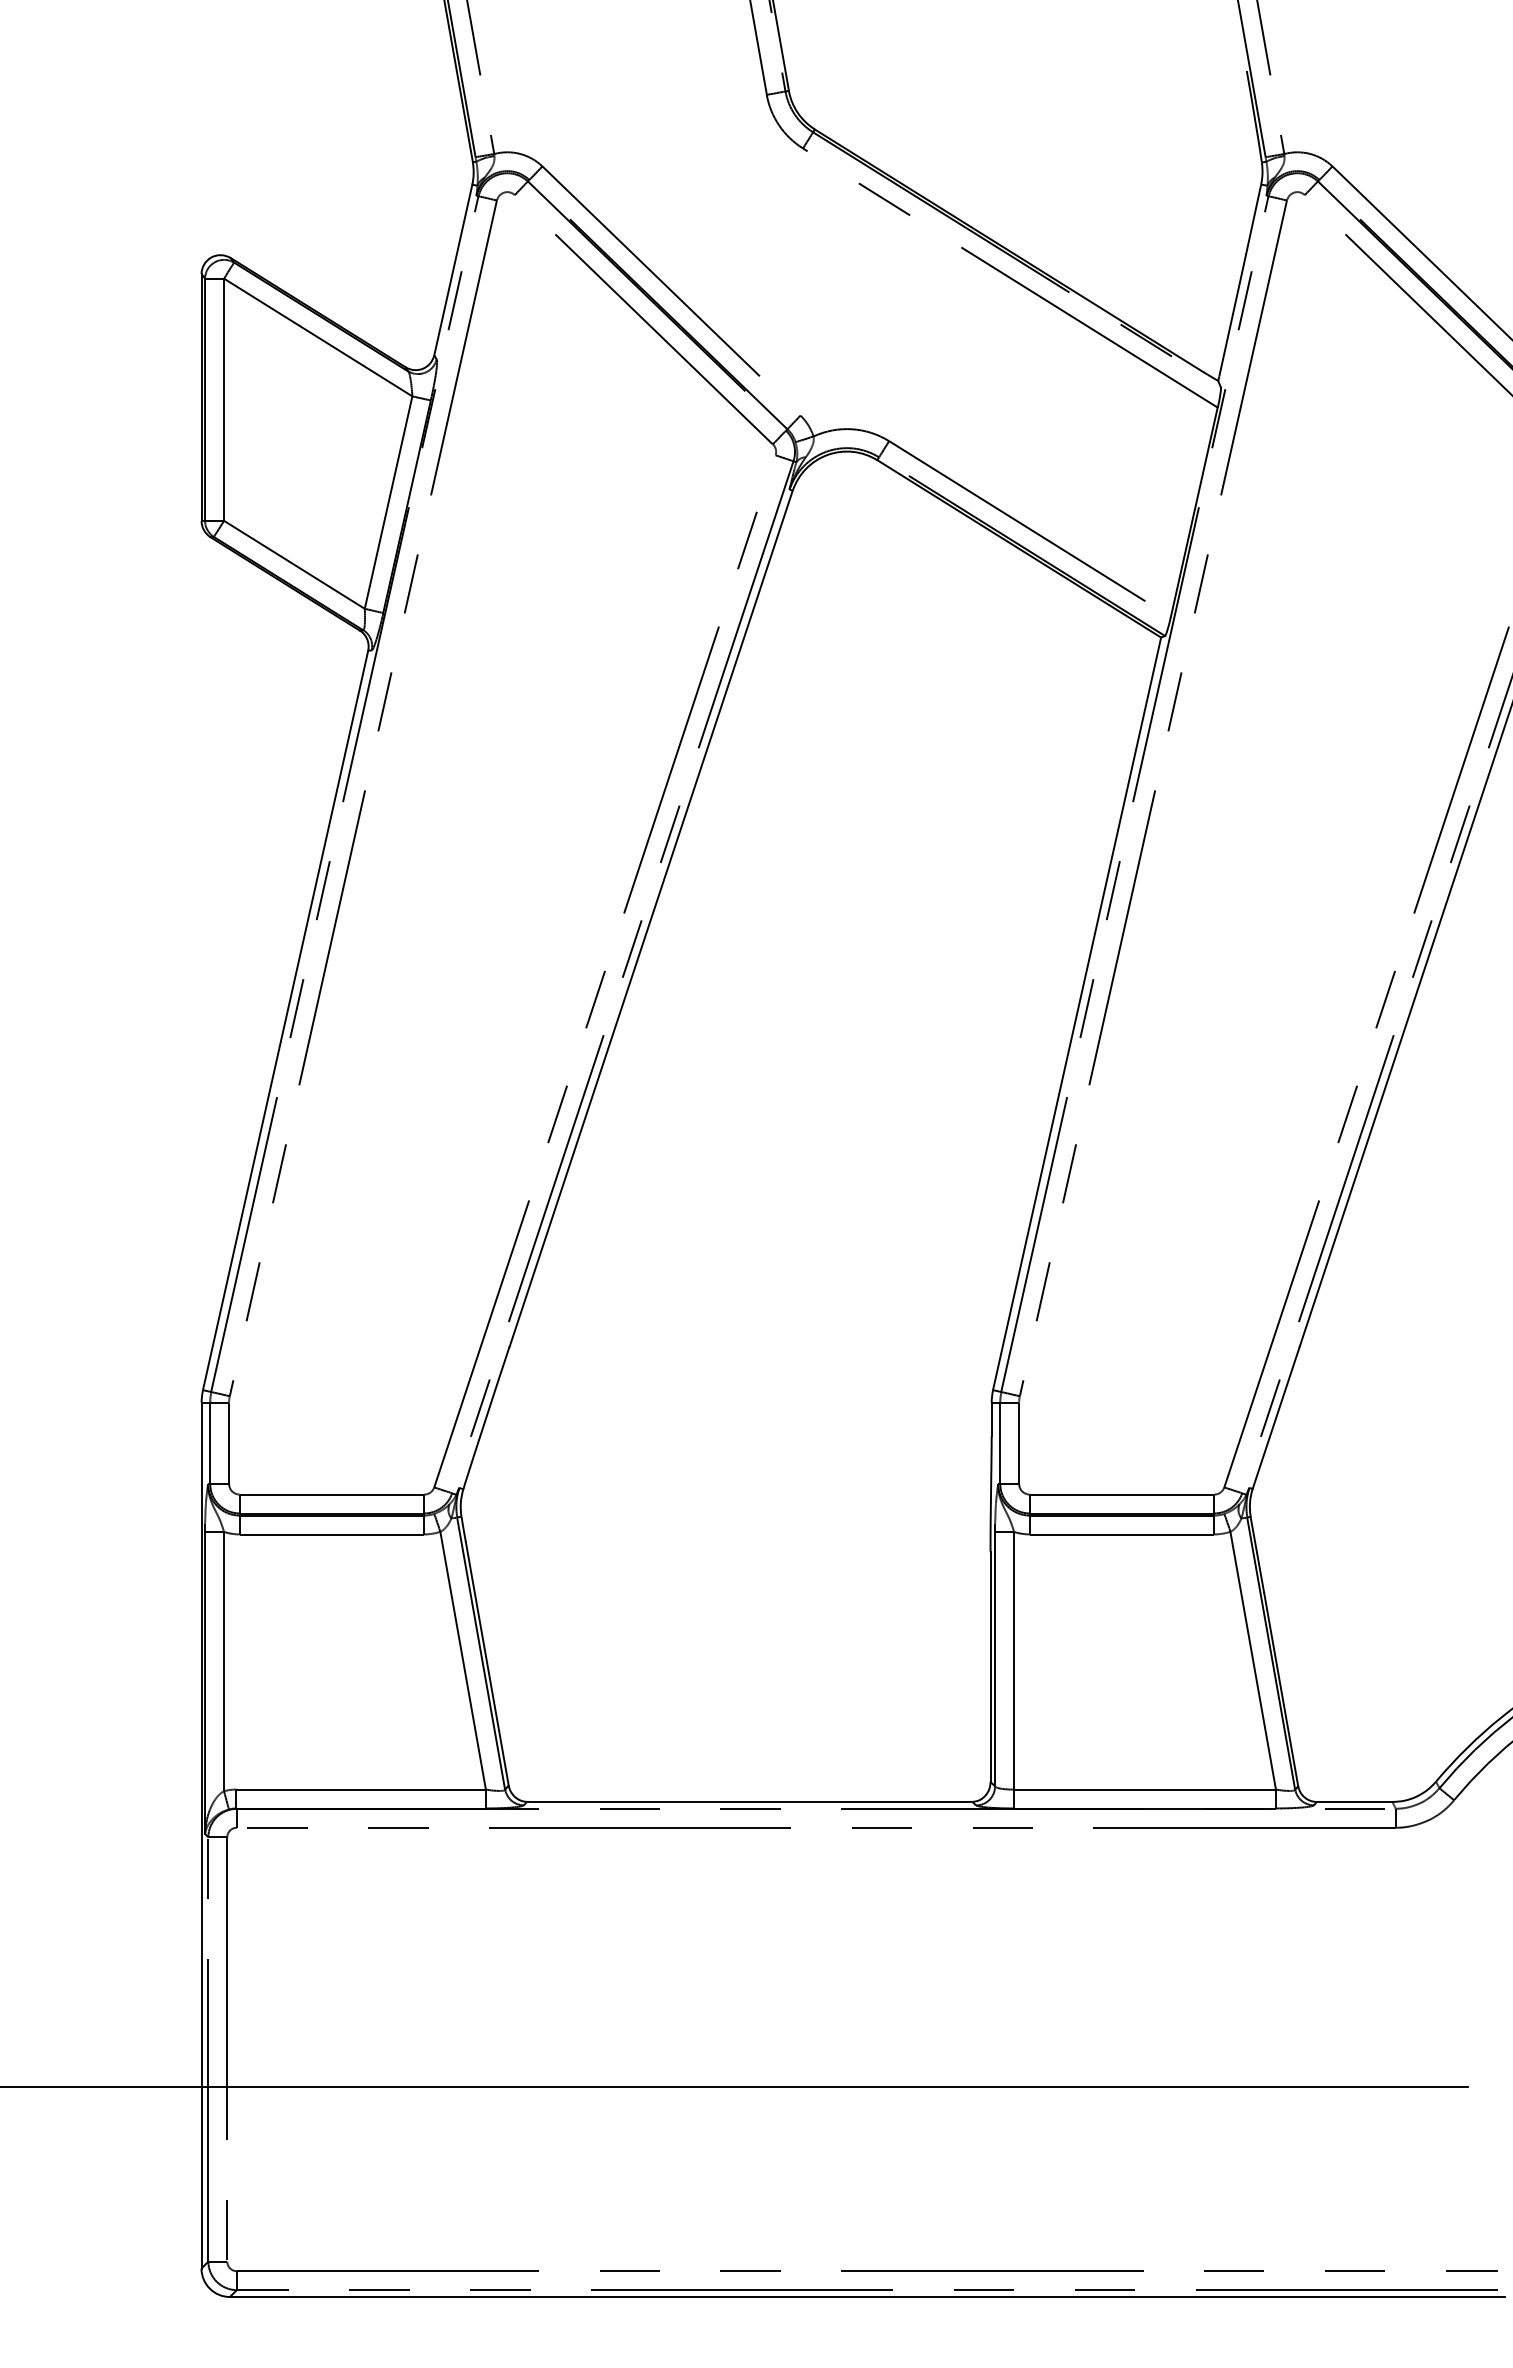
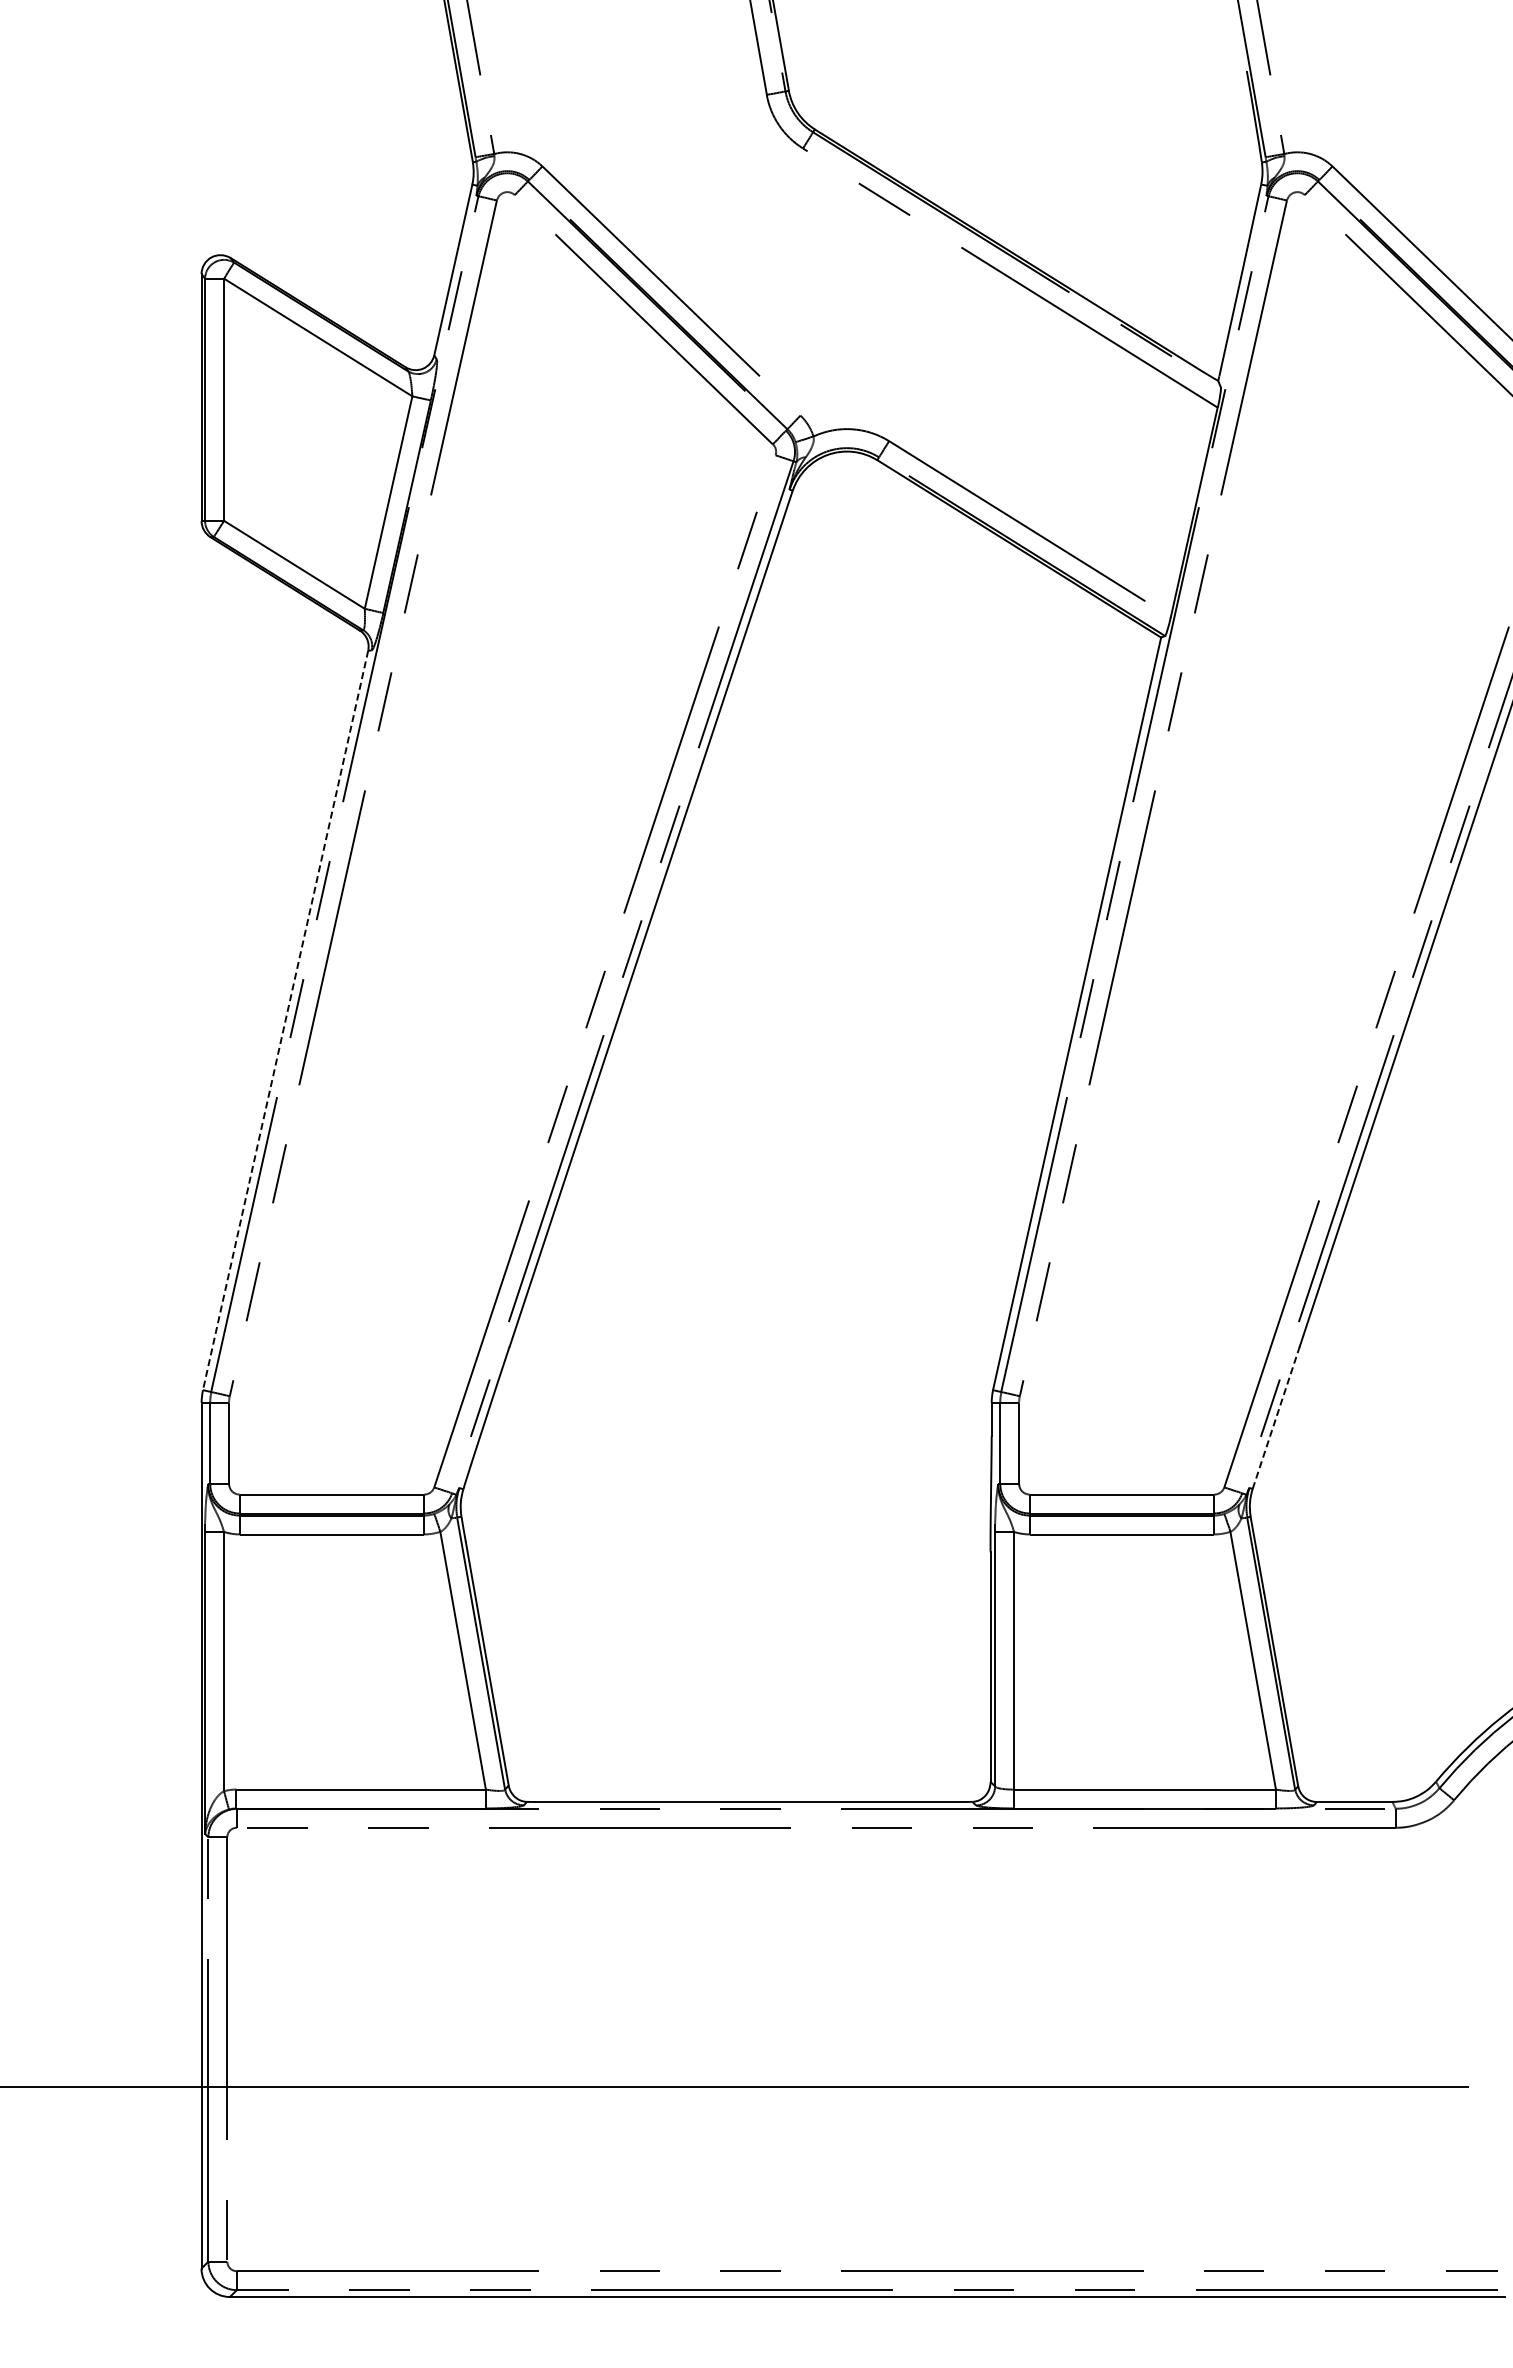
line at (285, 1020): solid -> dashed
line at (1276, 1417): solid -> dashed
